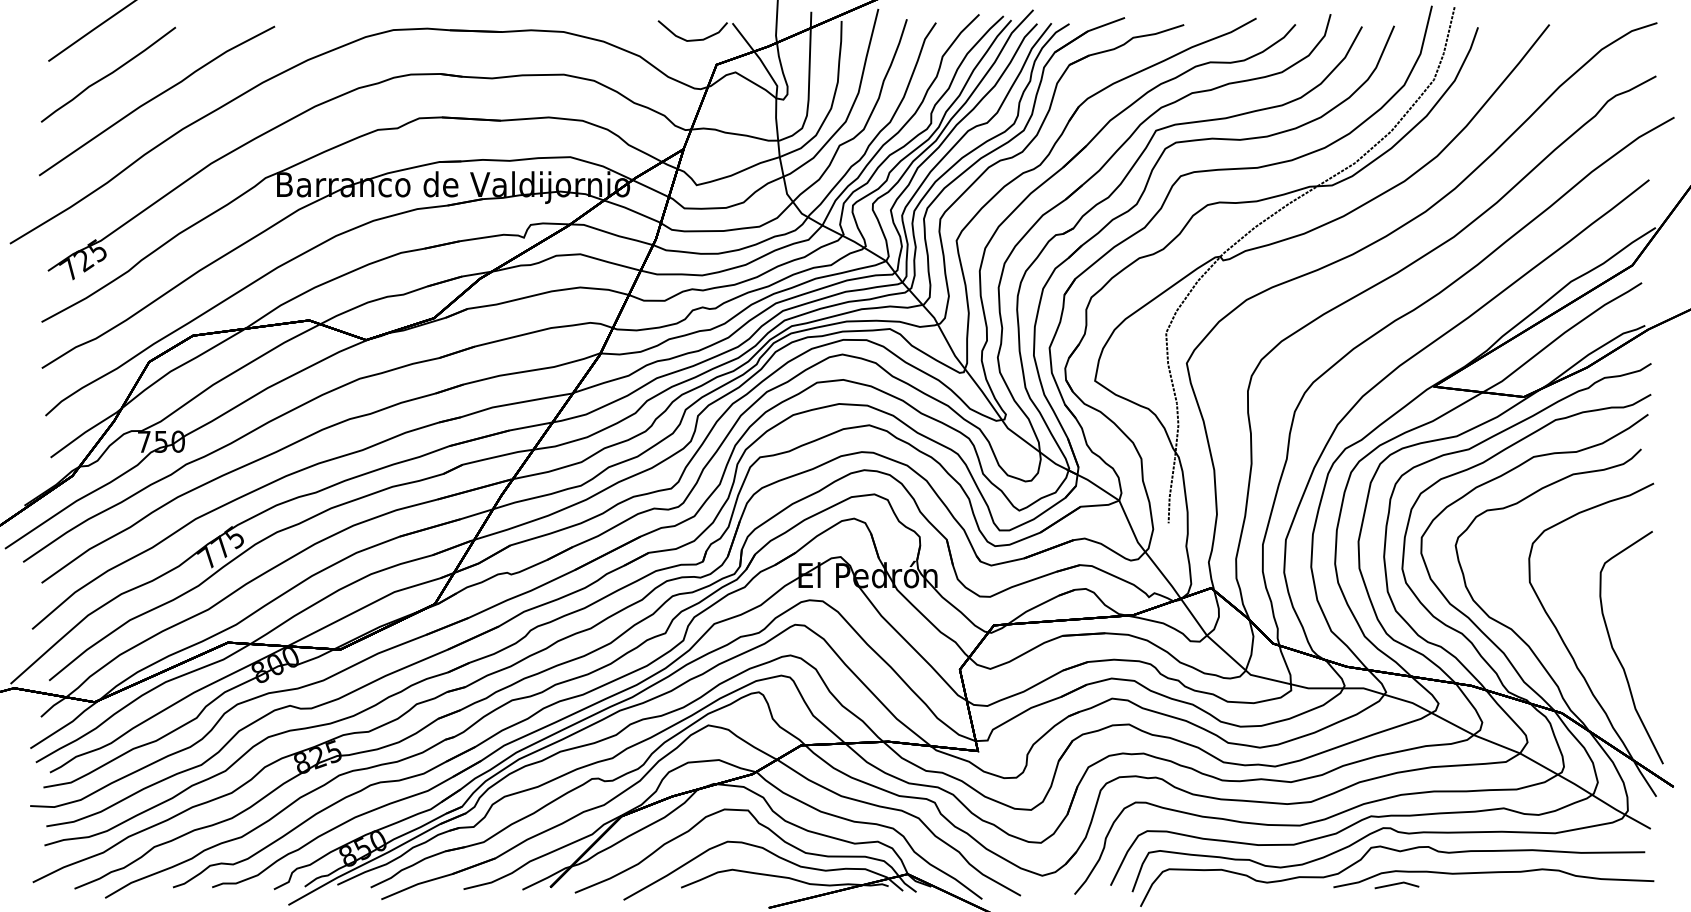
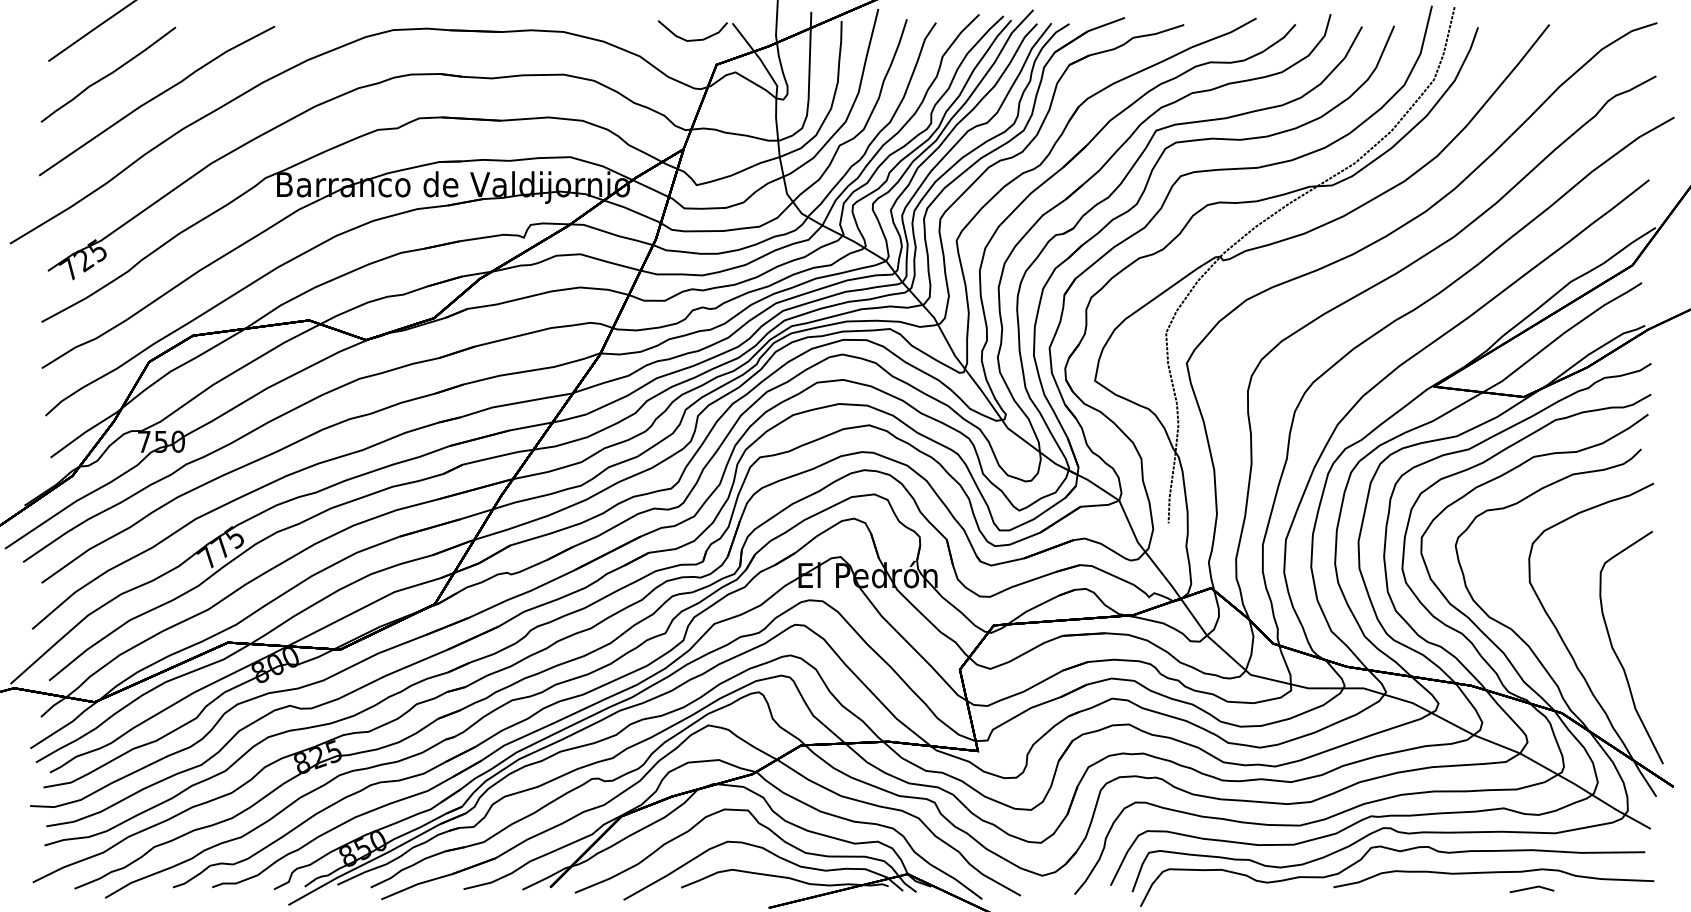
part at (1396, 885) position: (1396, 885) -> (1531, 889)
